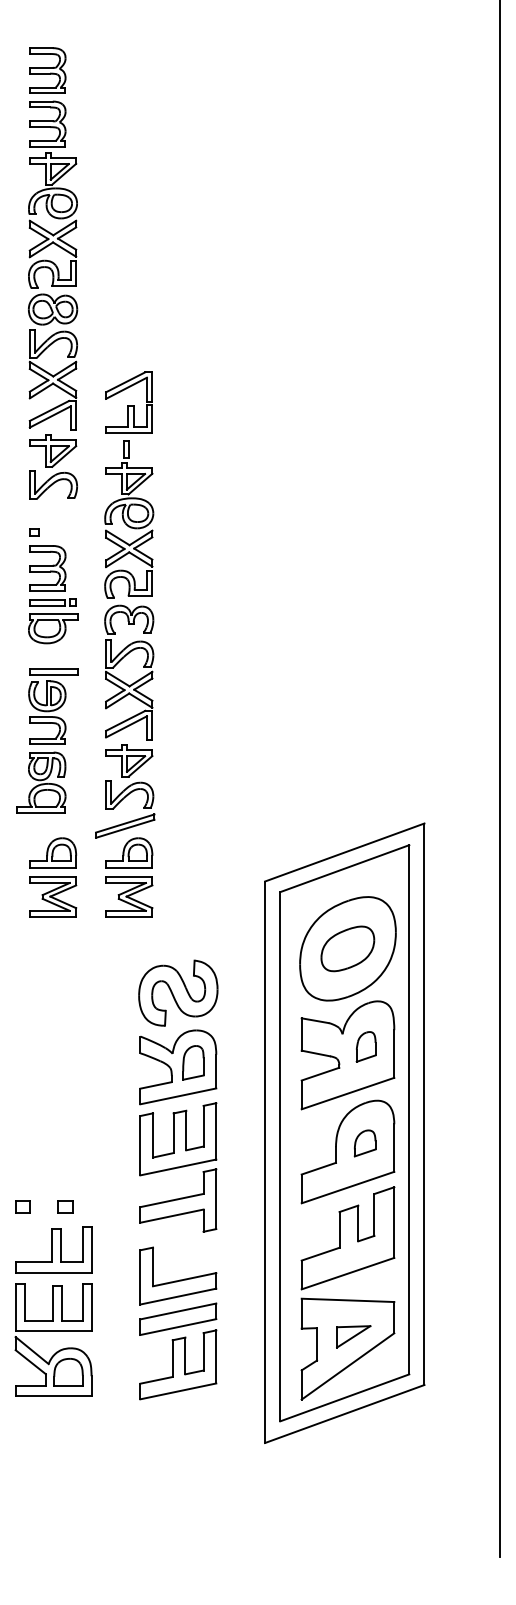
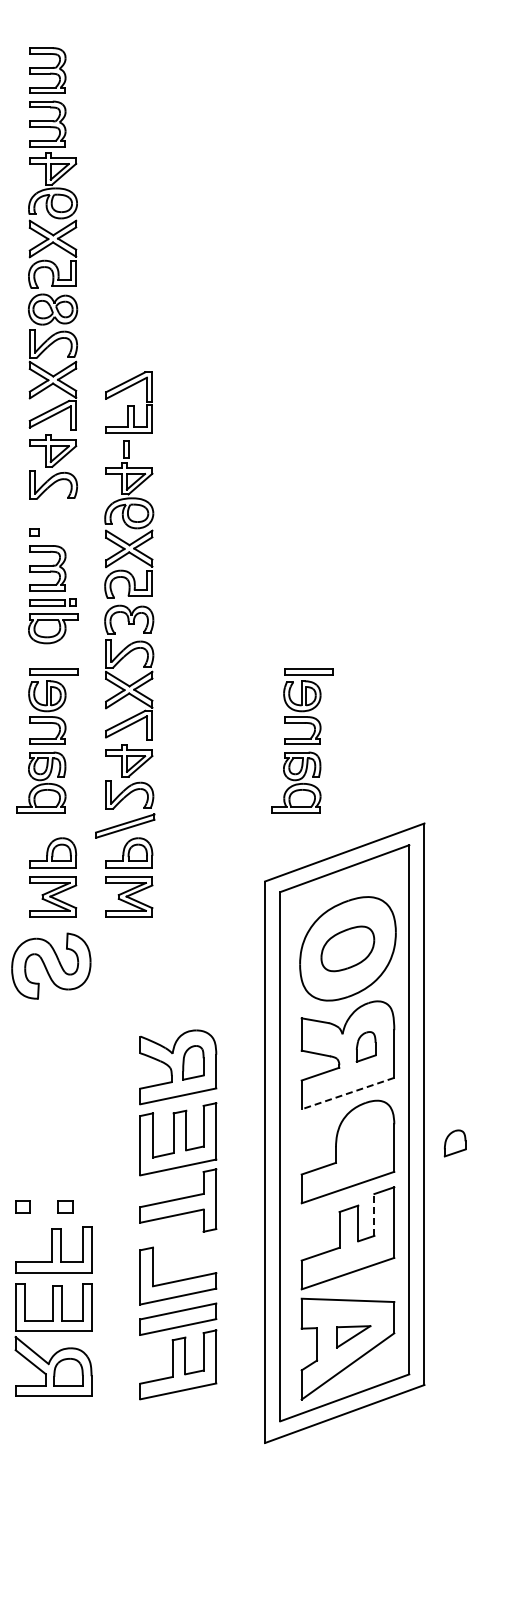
part at (302, 740): none -> present
line at (500, 779): present -> none
part at (178, 992) position: (178, 992) -> (51, 965)
line at (348, 1093): solid -> dashed
part at (364, 1143) position: (364, 1143) -> (454, 1143)
line at (374, 1214): solid -> dashed
